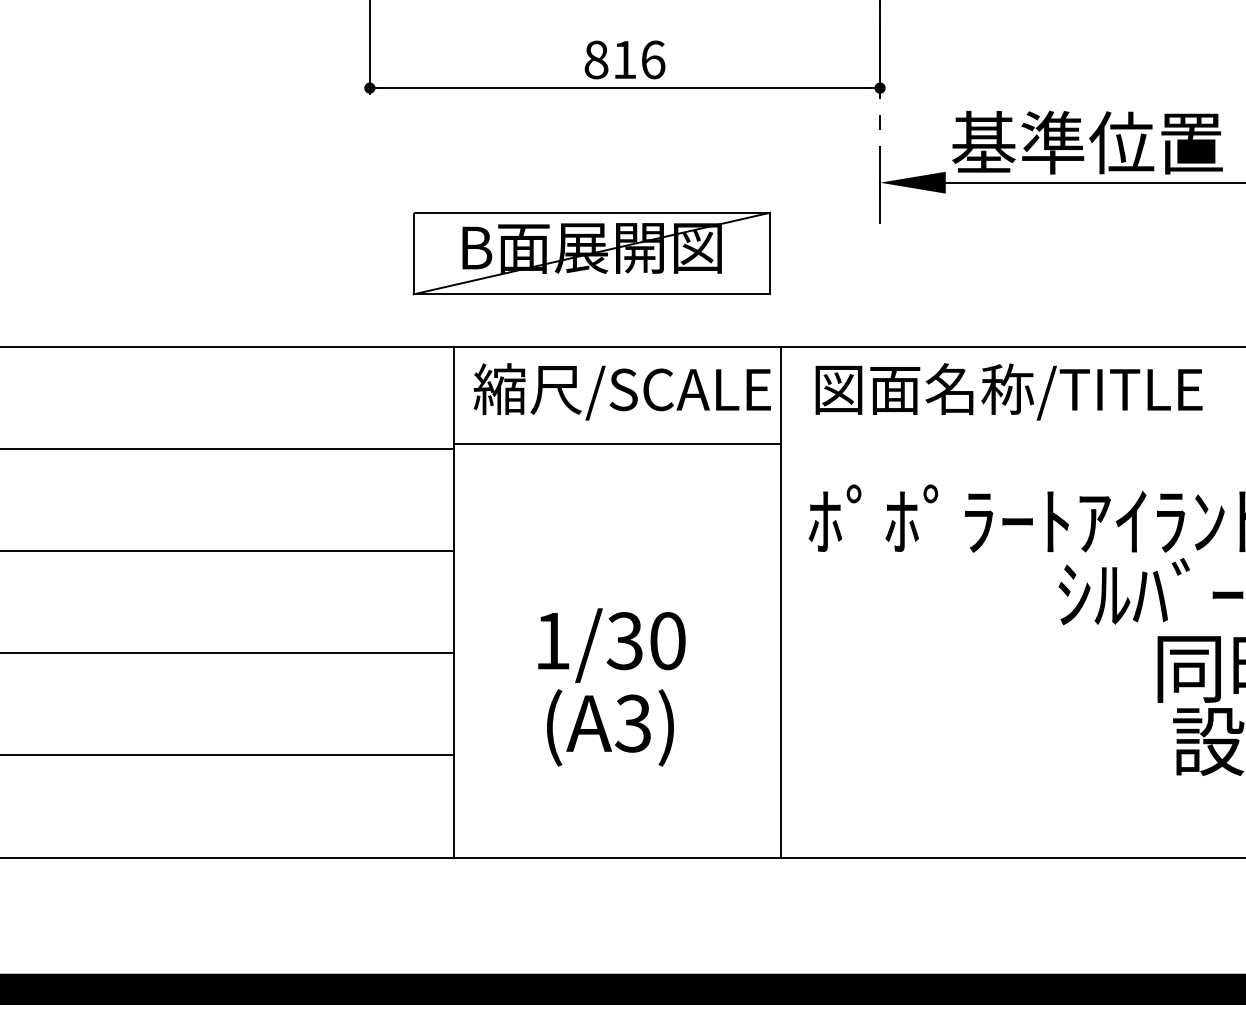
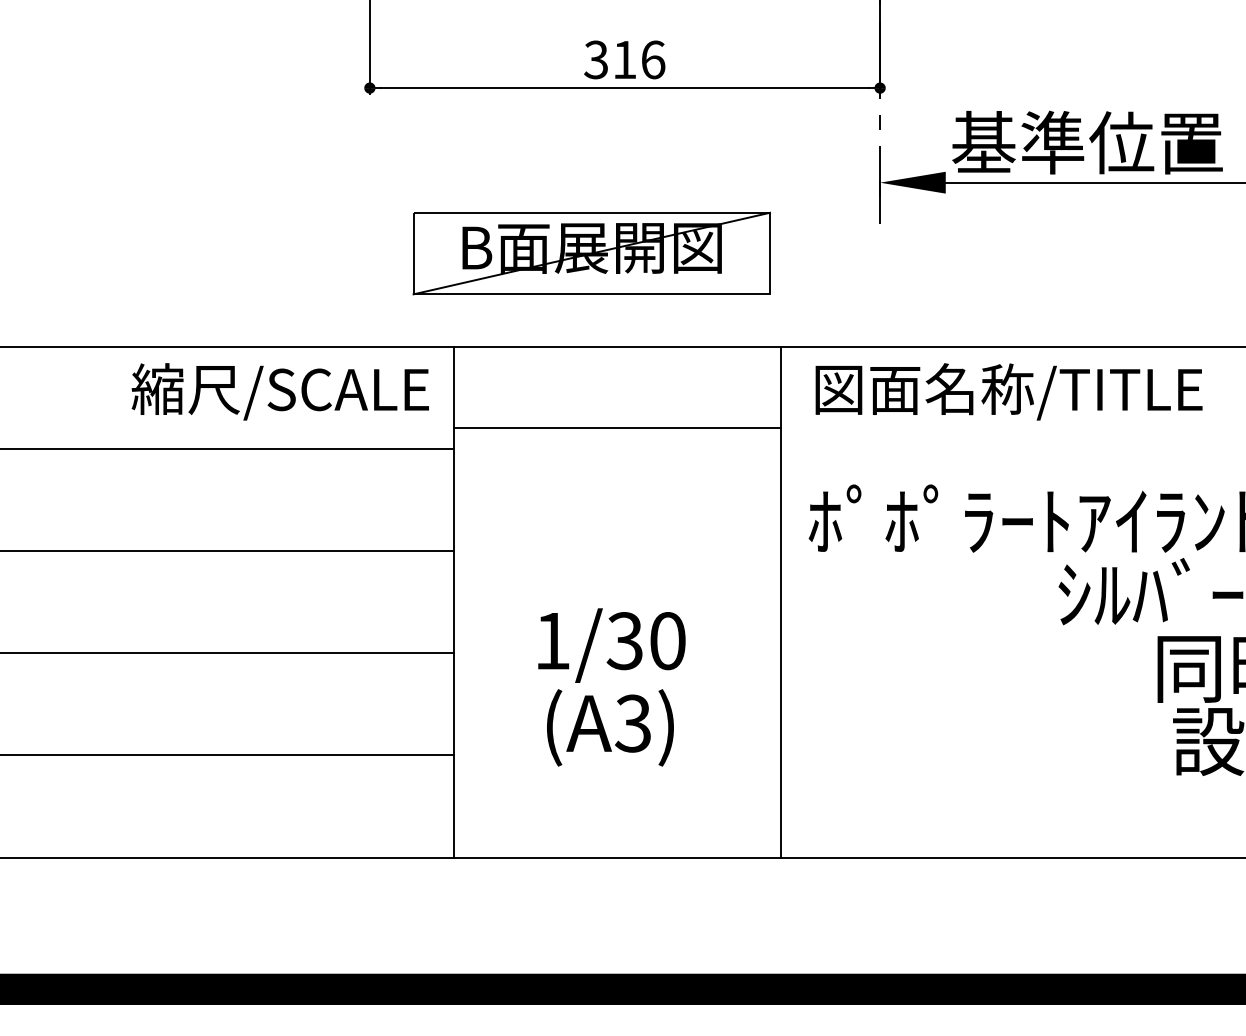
text at (596, 59): 816 -> 316
text at (621, 391) position: (621, 391) -> (279, 391)
line at (617, 443) position: (617, 443) -> (617, 427)
